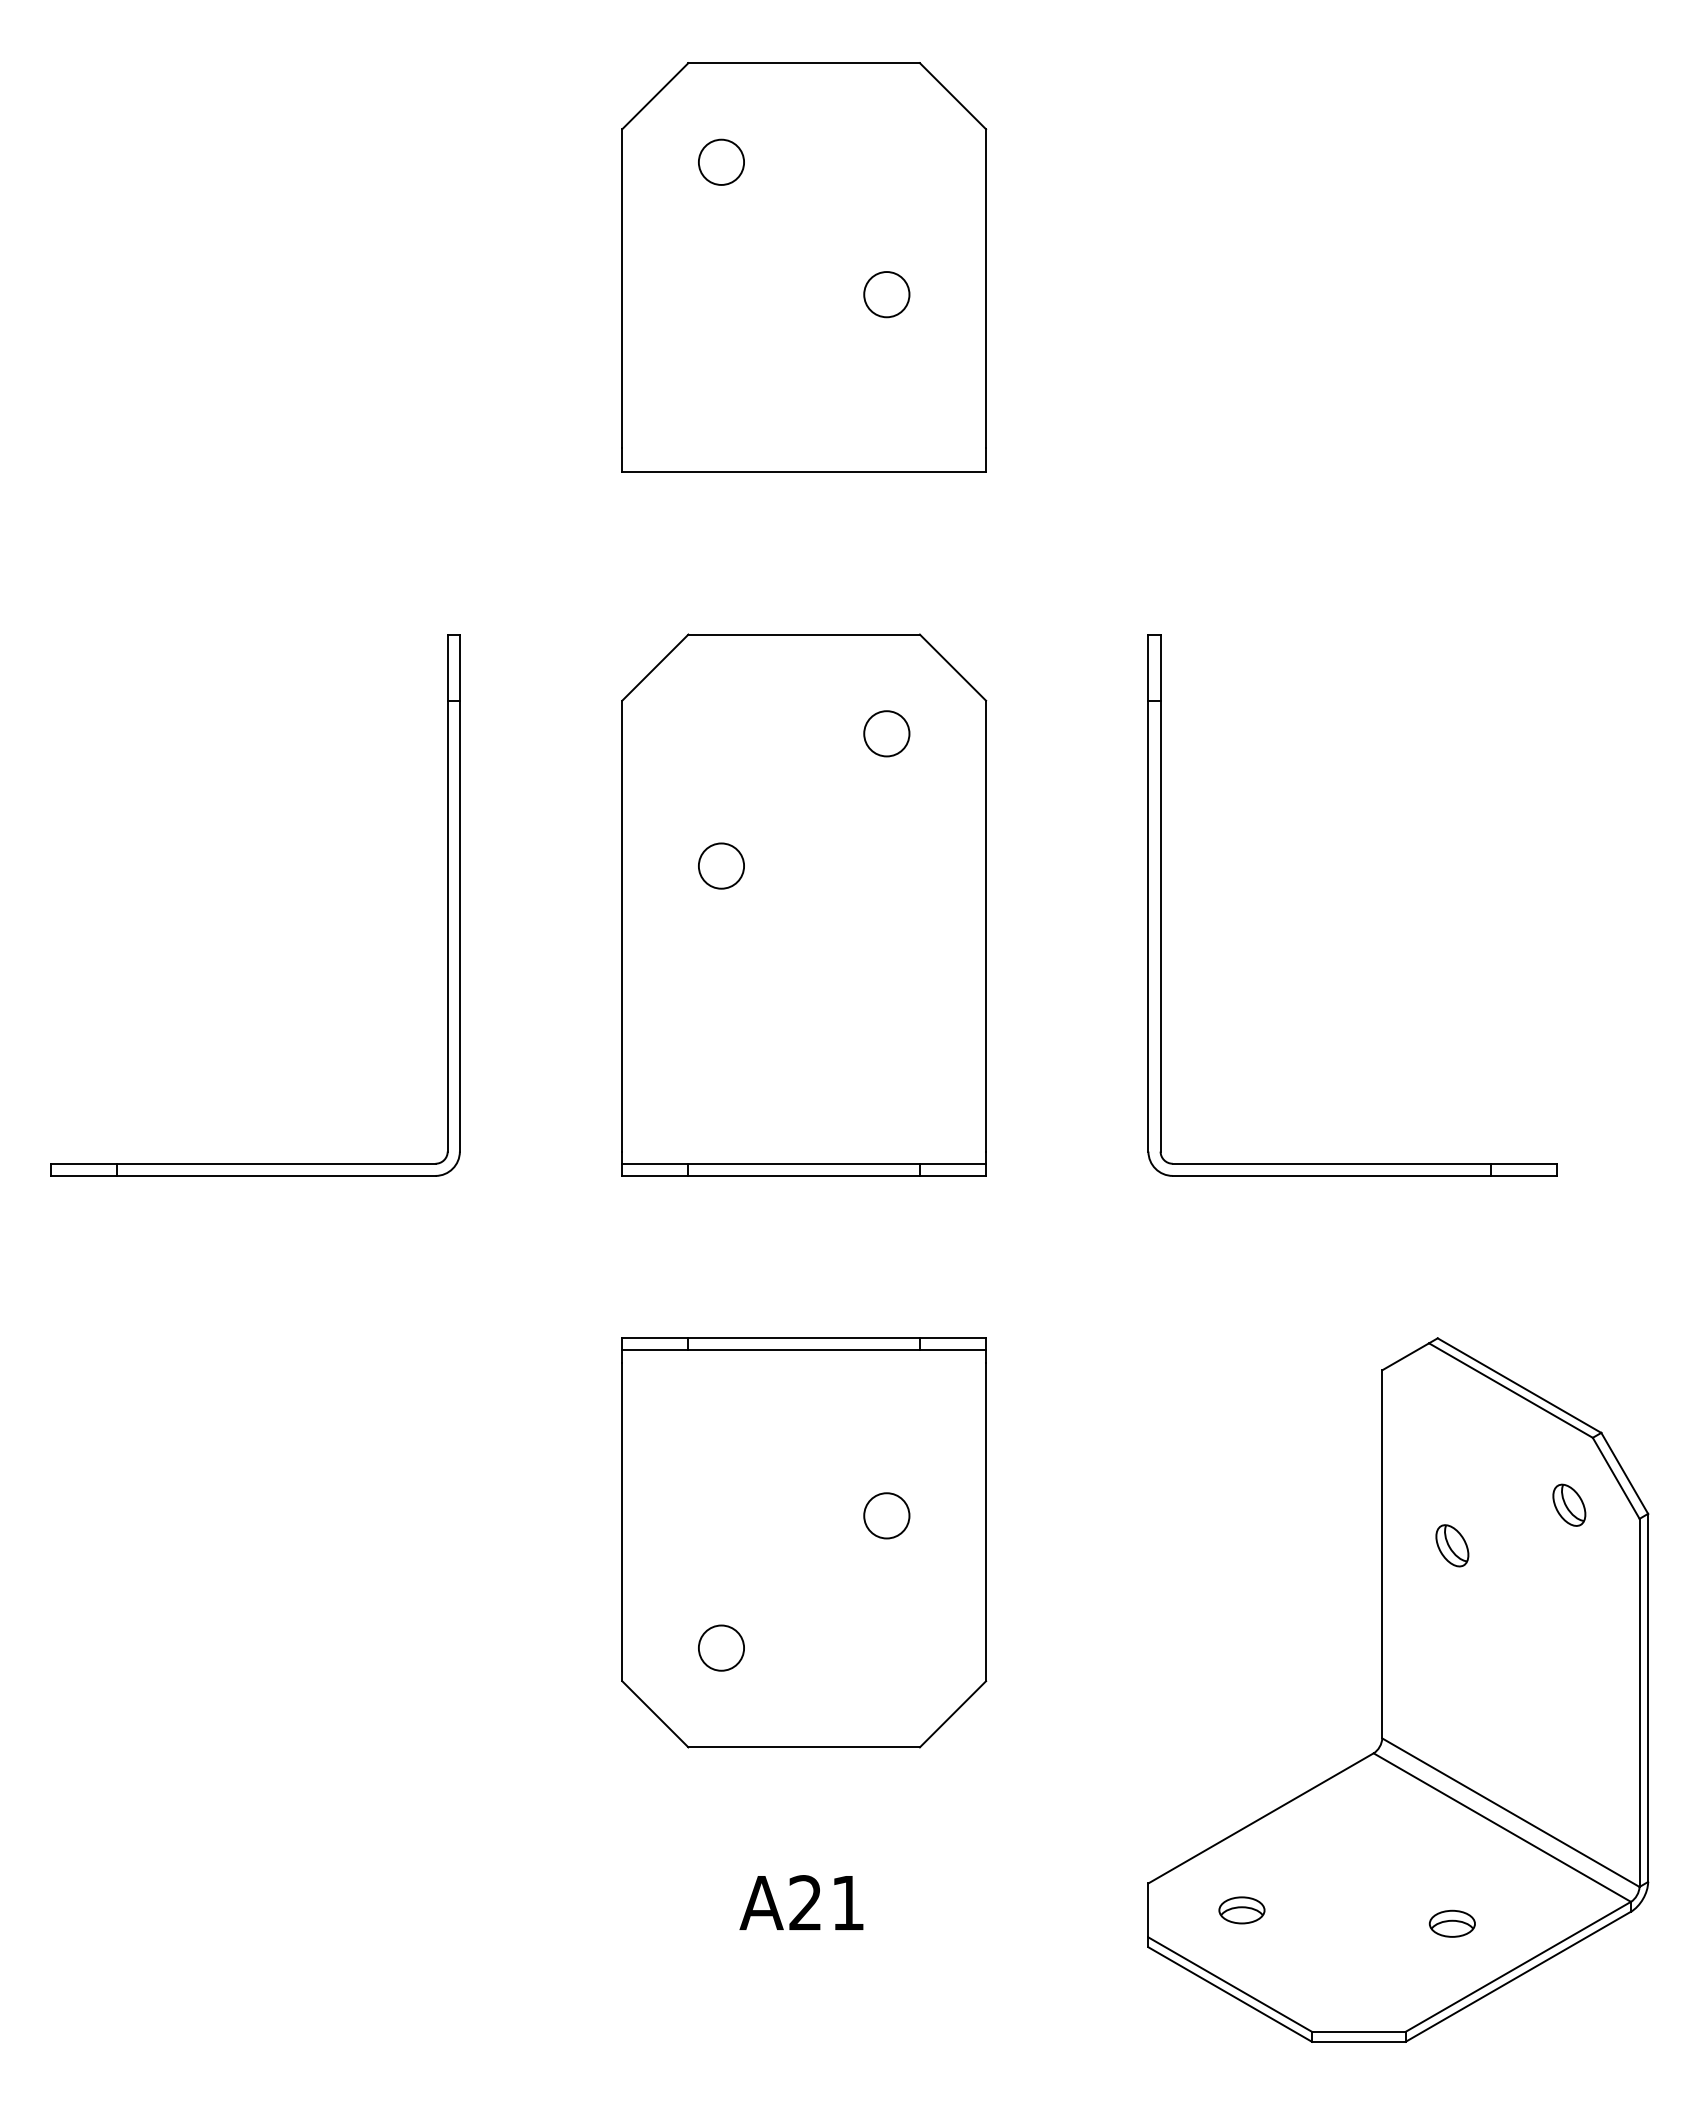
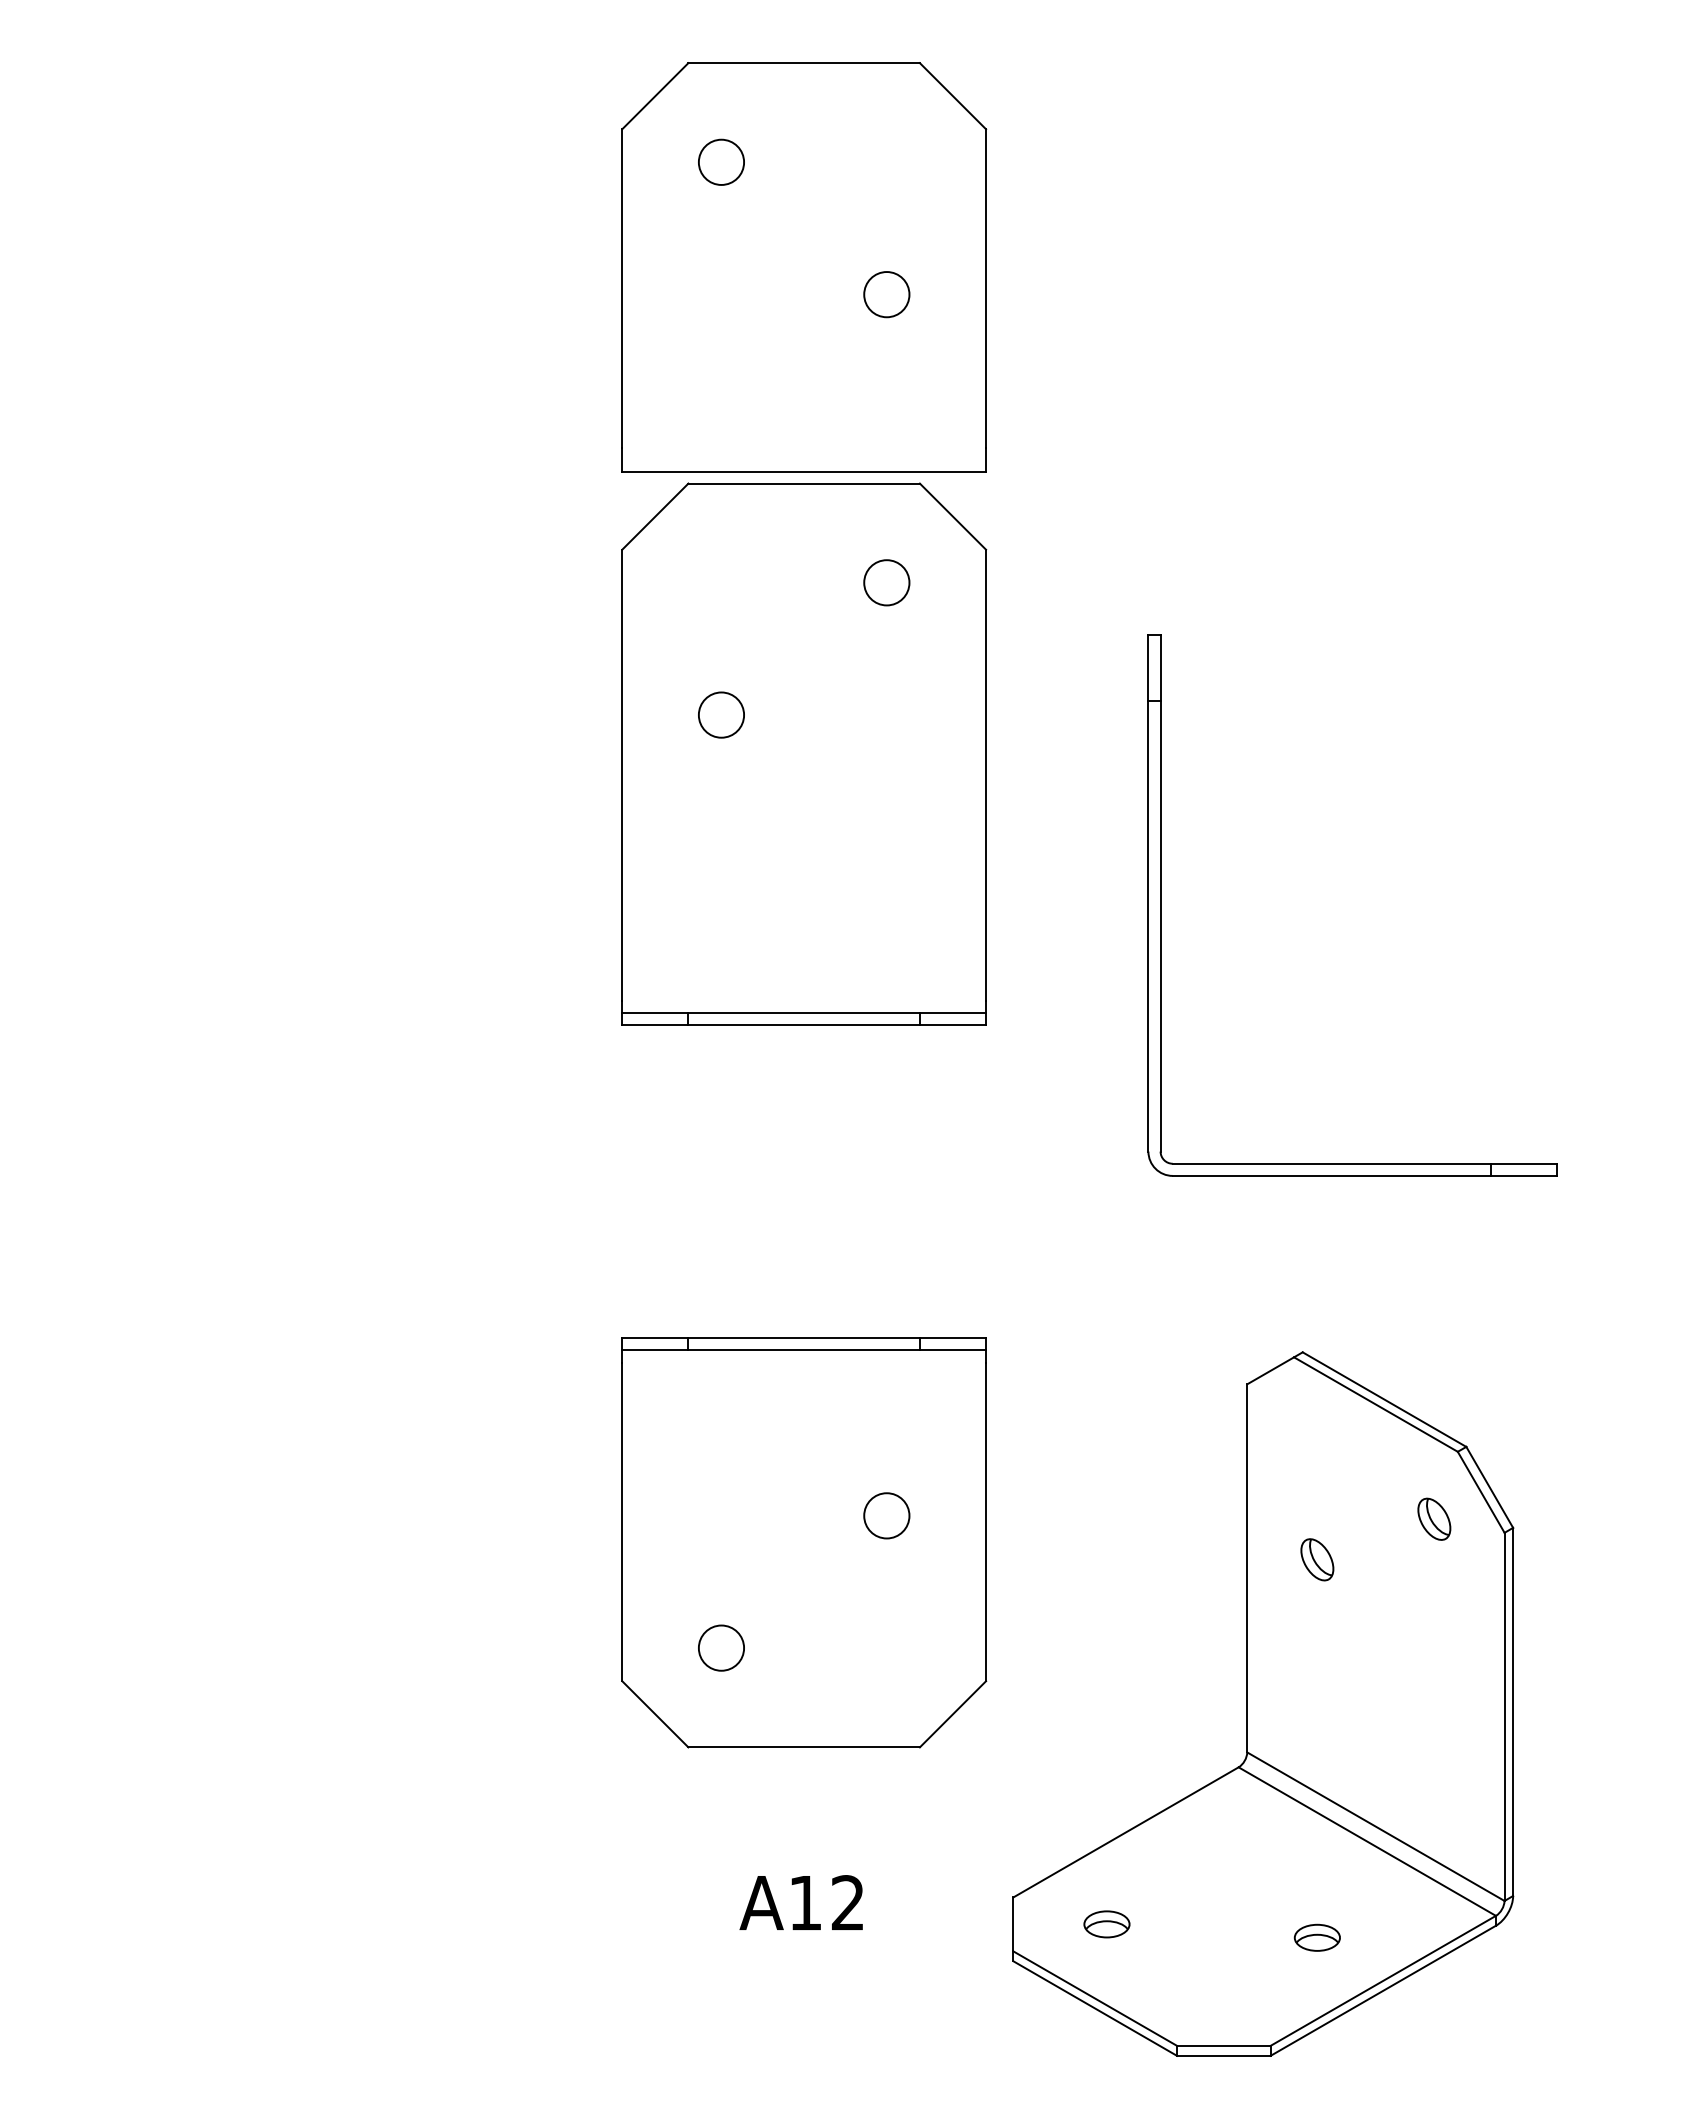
part at (804, 904) position: (804, 904) -> (804, 753)
part at (447, 905): present -> none
part at (1398, 1689) position: (1398, 1689) -> (1263, 1703)
text at (826, 1902): A21 -> A12
